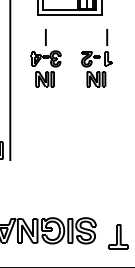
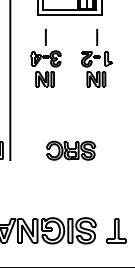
line at (107, 37) position: (107, 37) -> (97, 37)
part at (71, 150): none -> present
part at (118, 236) position: (118, 236) -> (116, 230)
